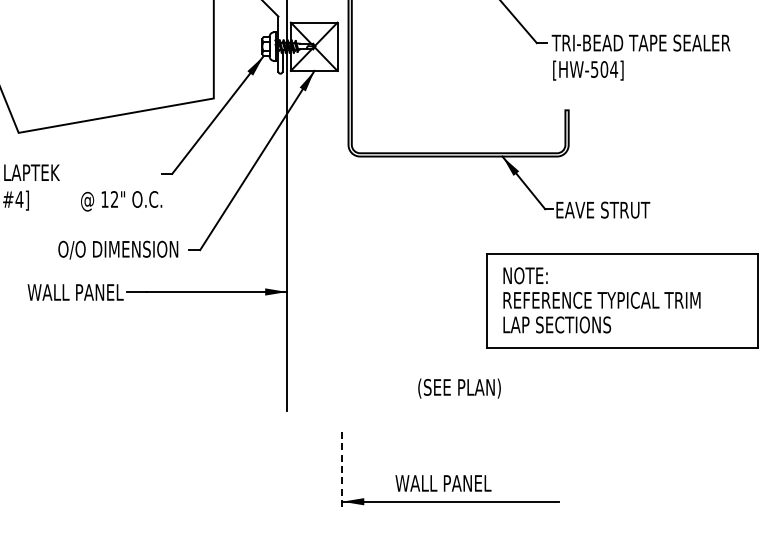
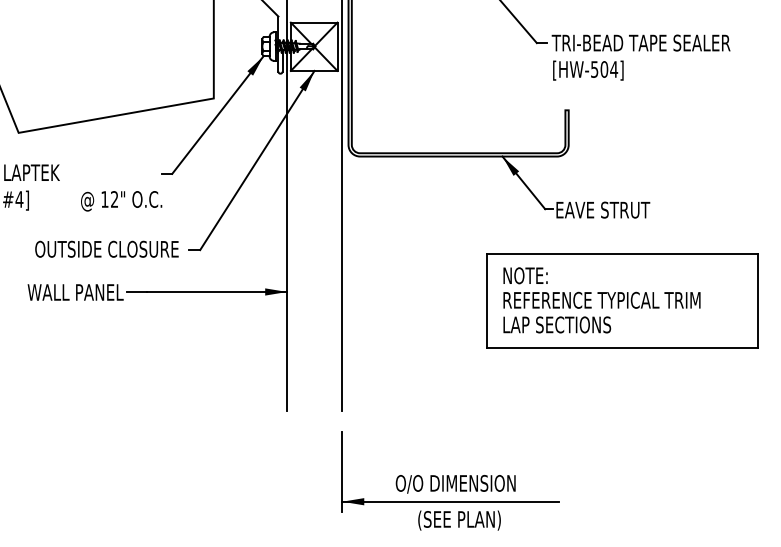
line at (342, 206): none -> present
text at (106, 249): O/O DIMENSION -> OUTSIDE CLOSURE
text at (459, 388) position: (459, 388) -> (459, 520)
line at (342, 472): dashed -> solid
text at (455, 483): WALL PANEL -> O/O DIMENSION
